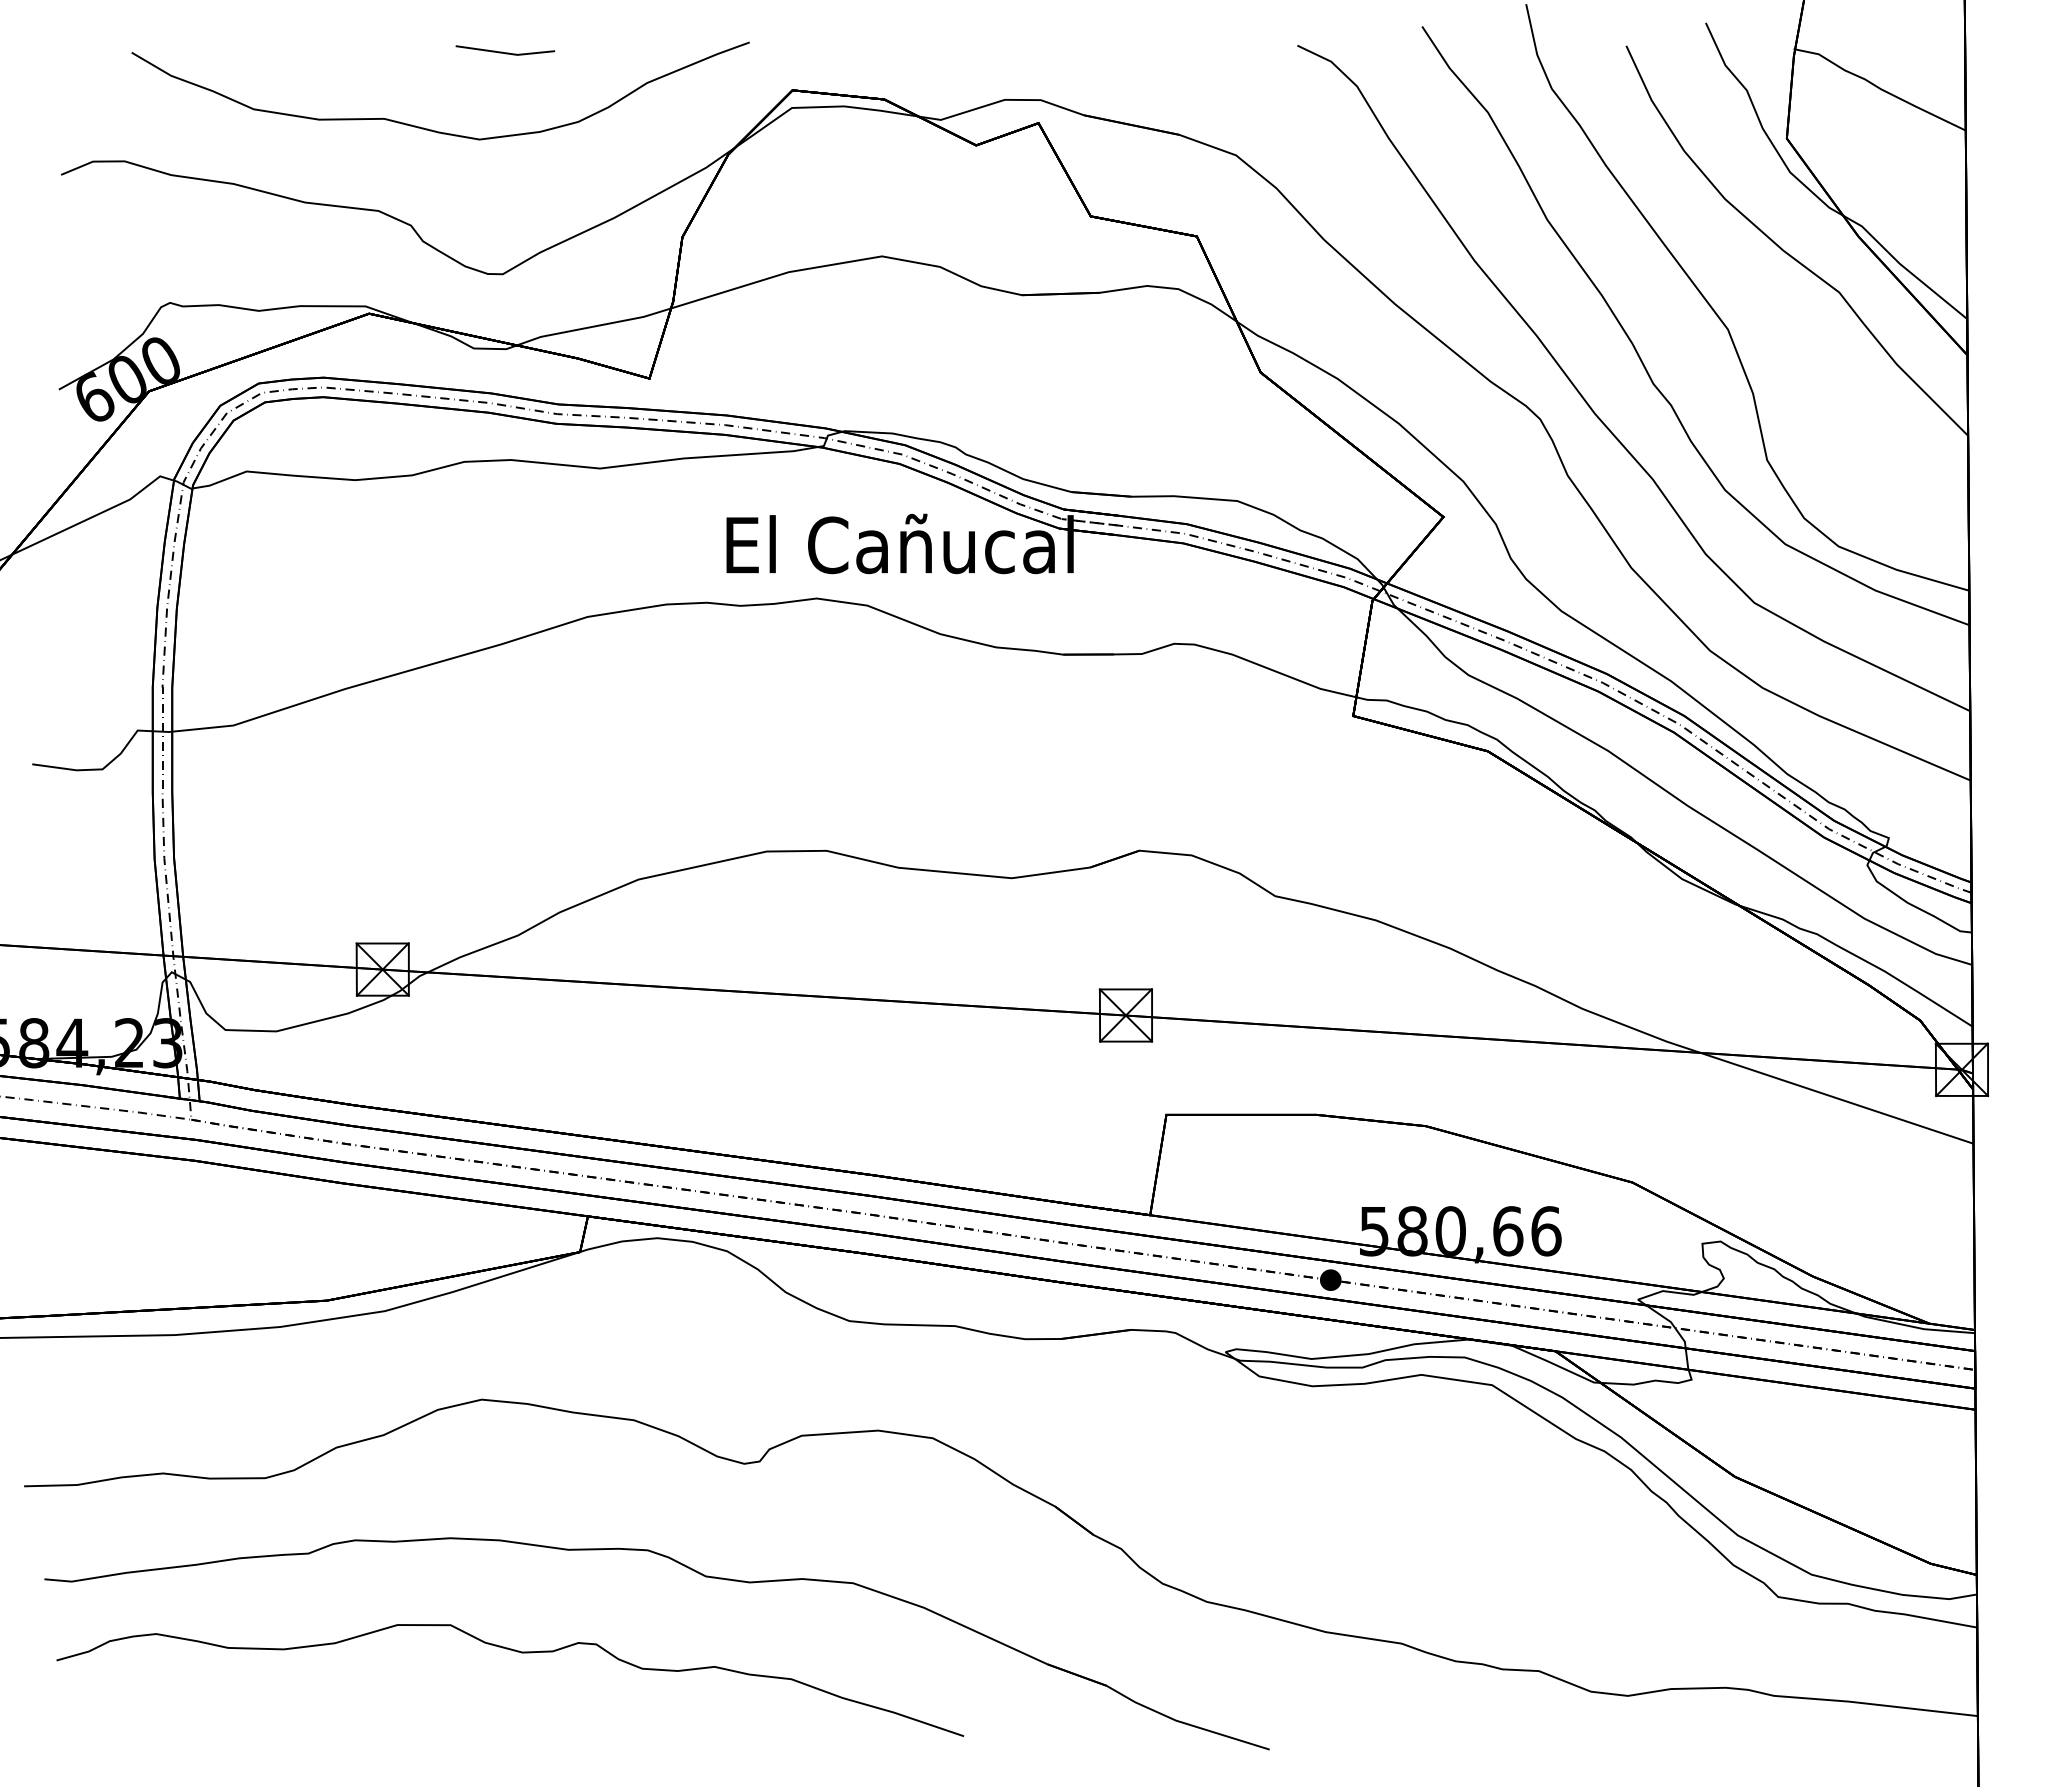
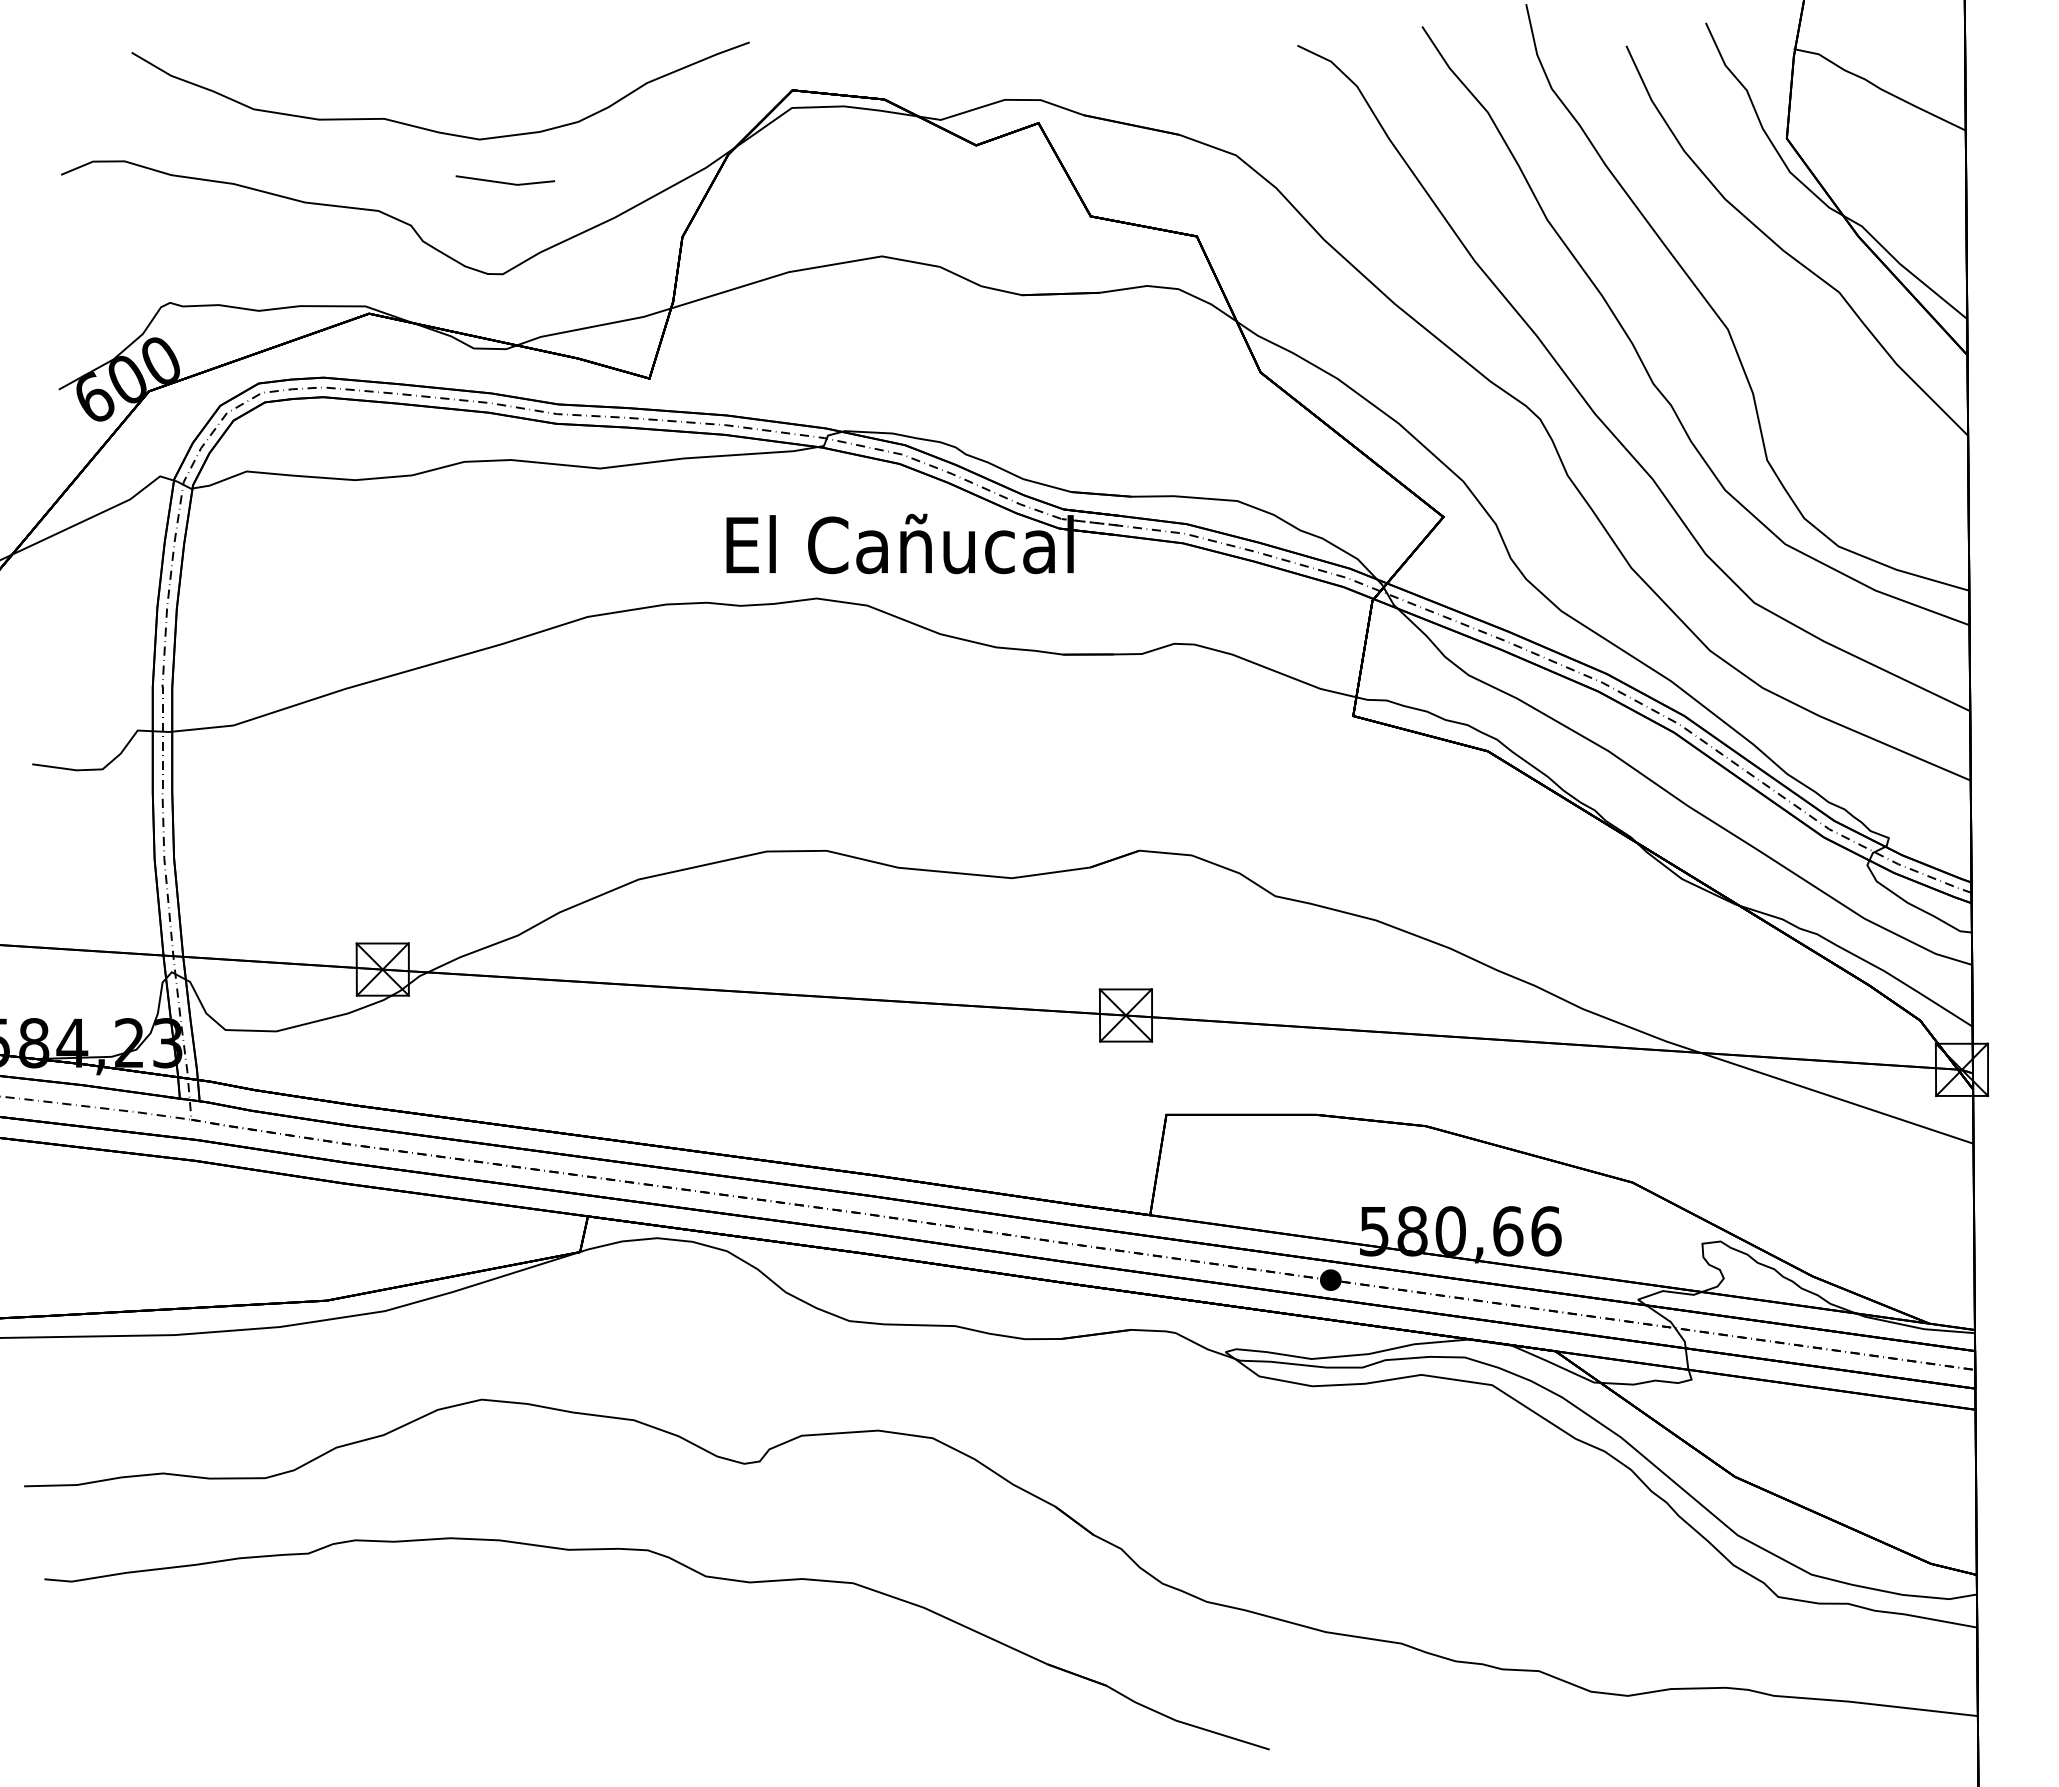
line at (505, 52) position: (505, 52) -> (505, 182)
curve at (517, 1652): present -> none
